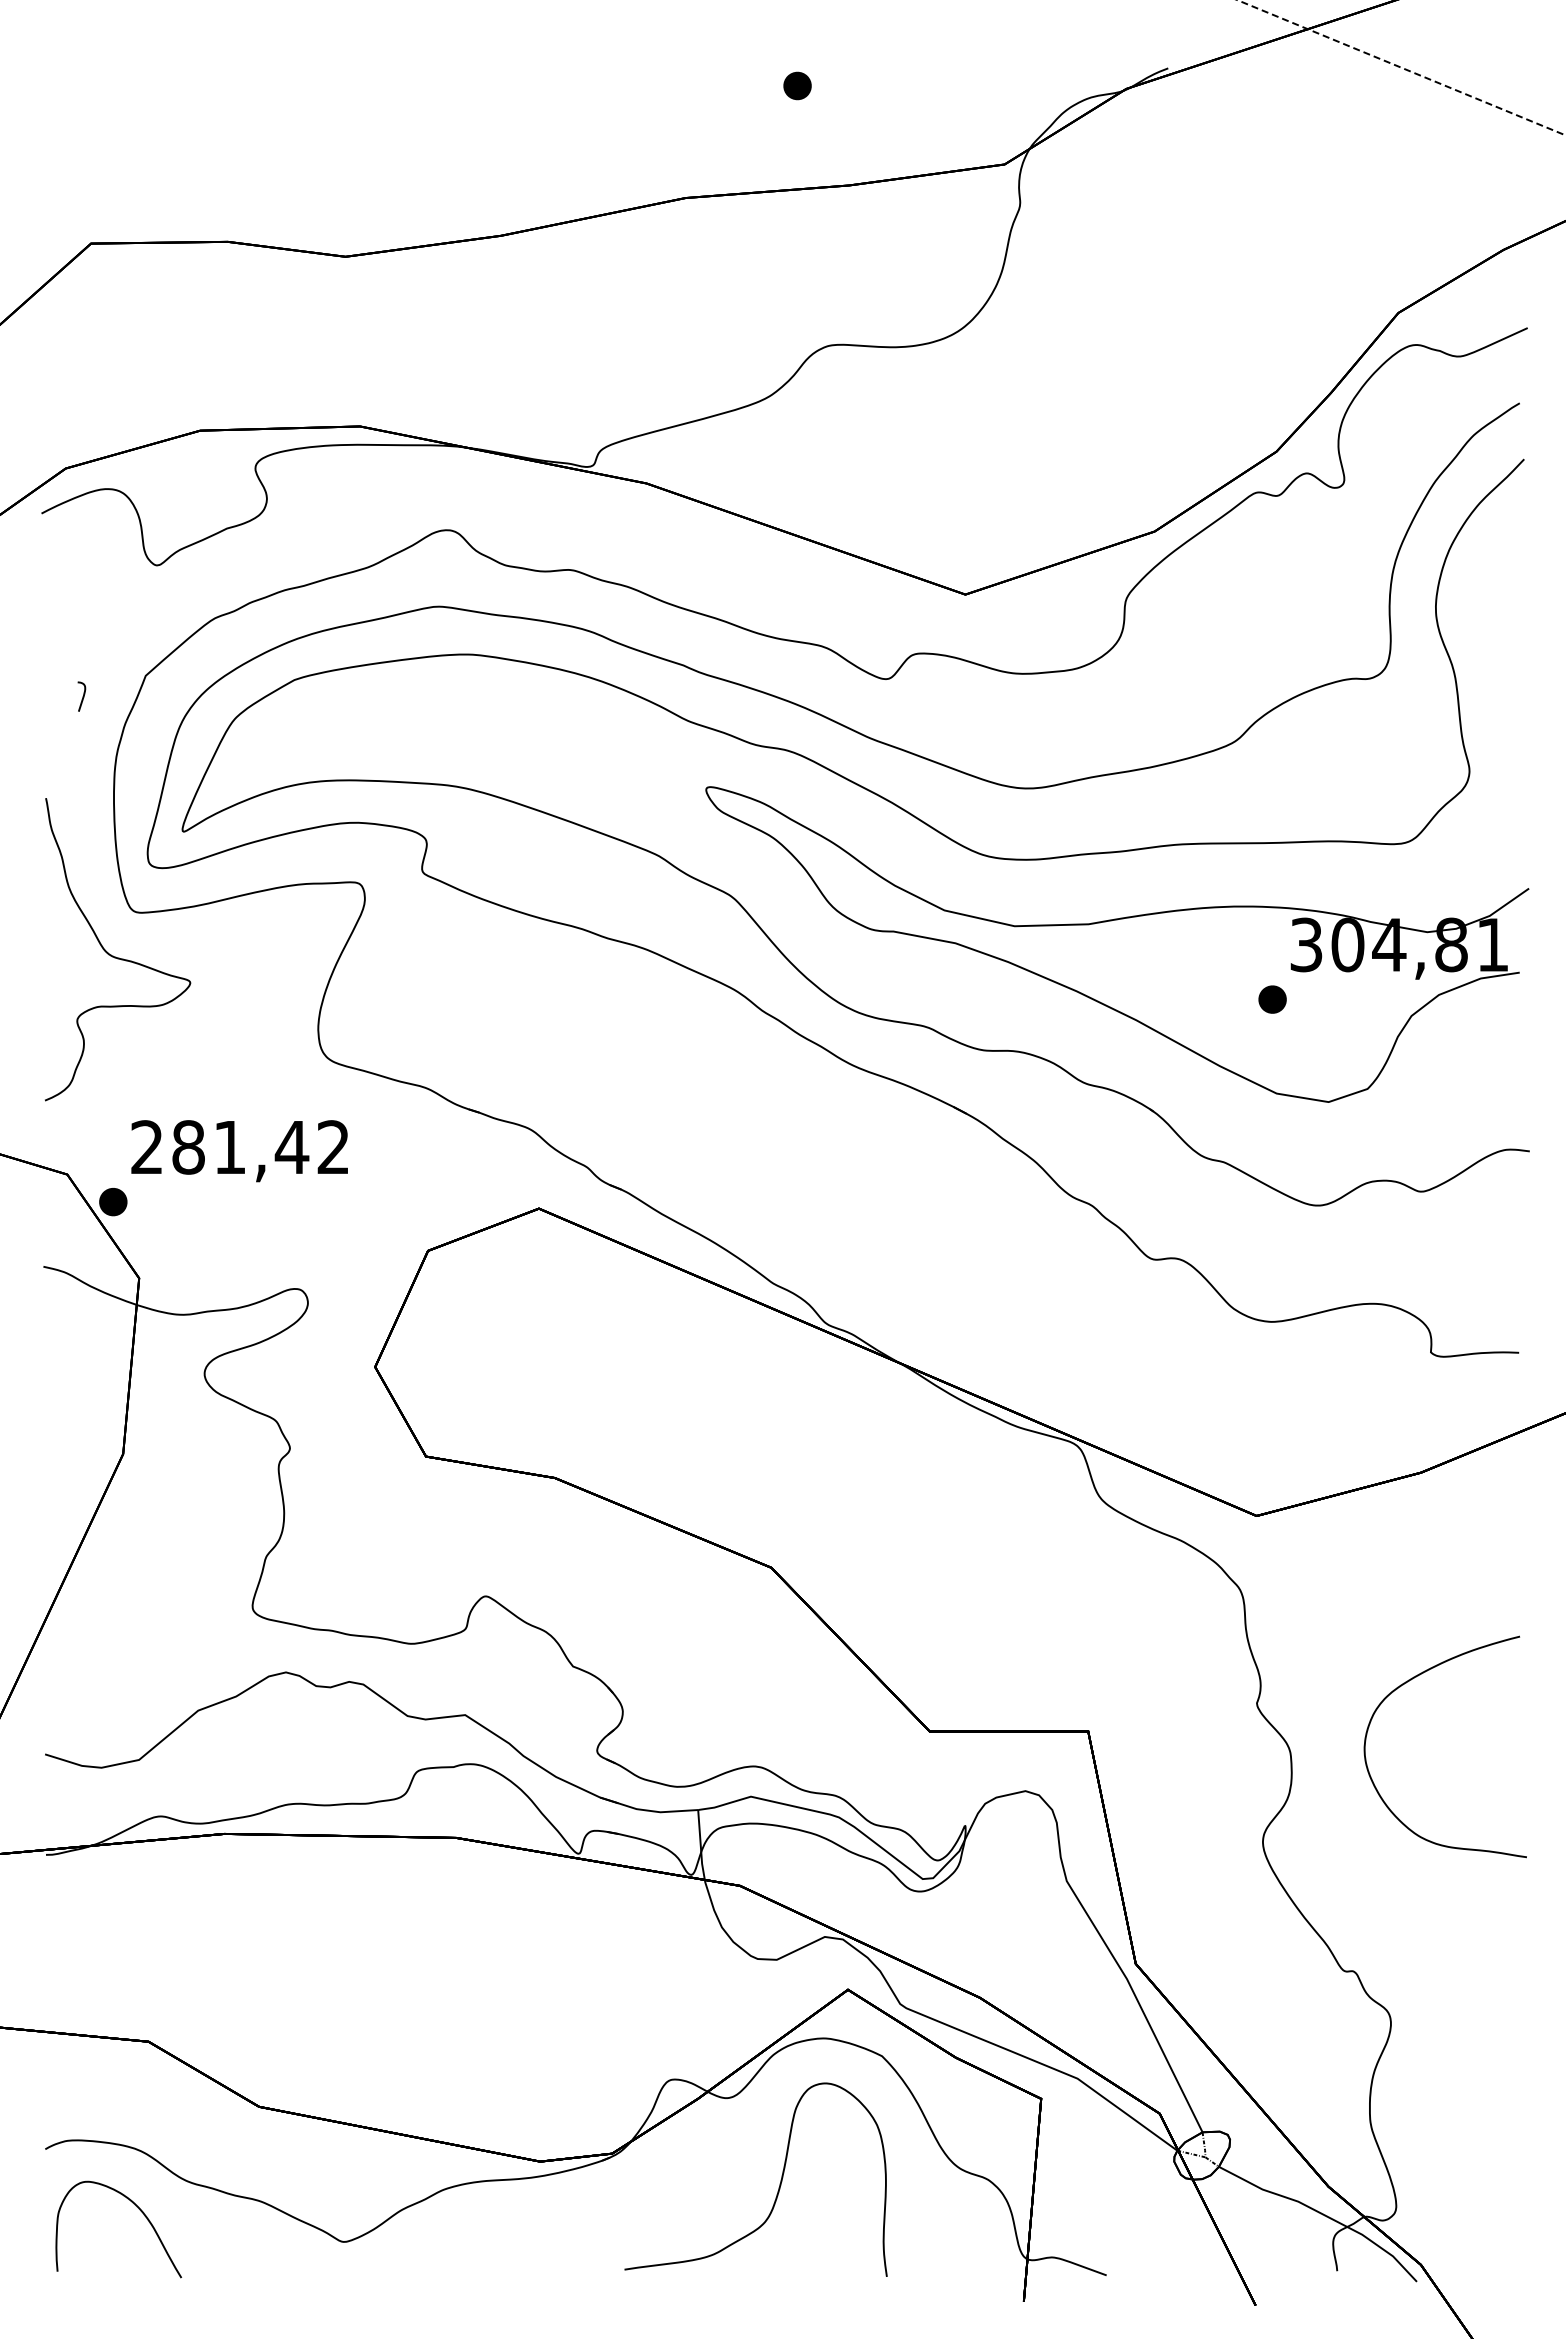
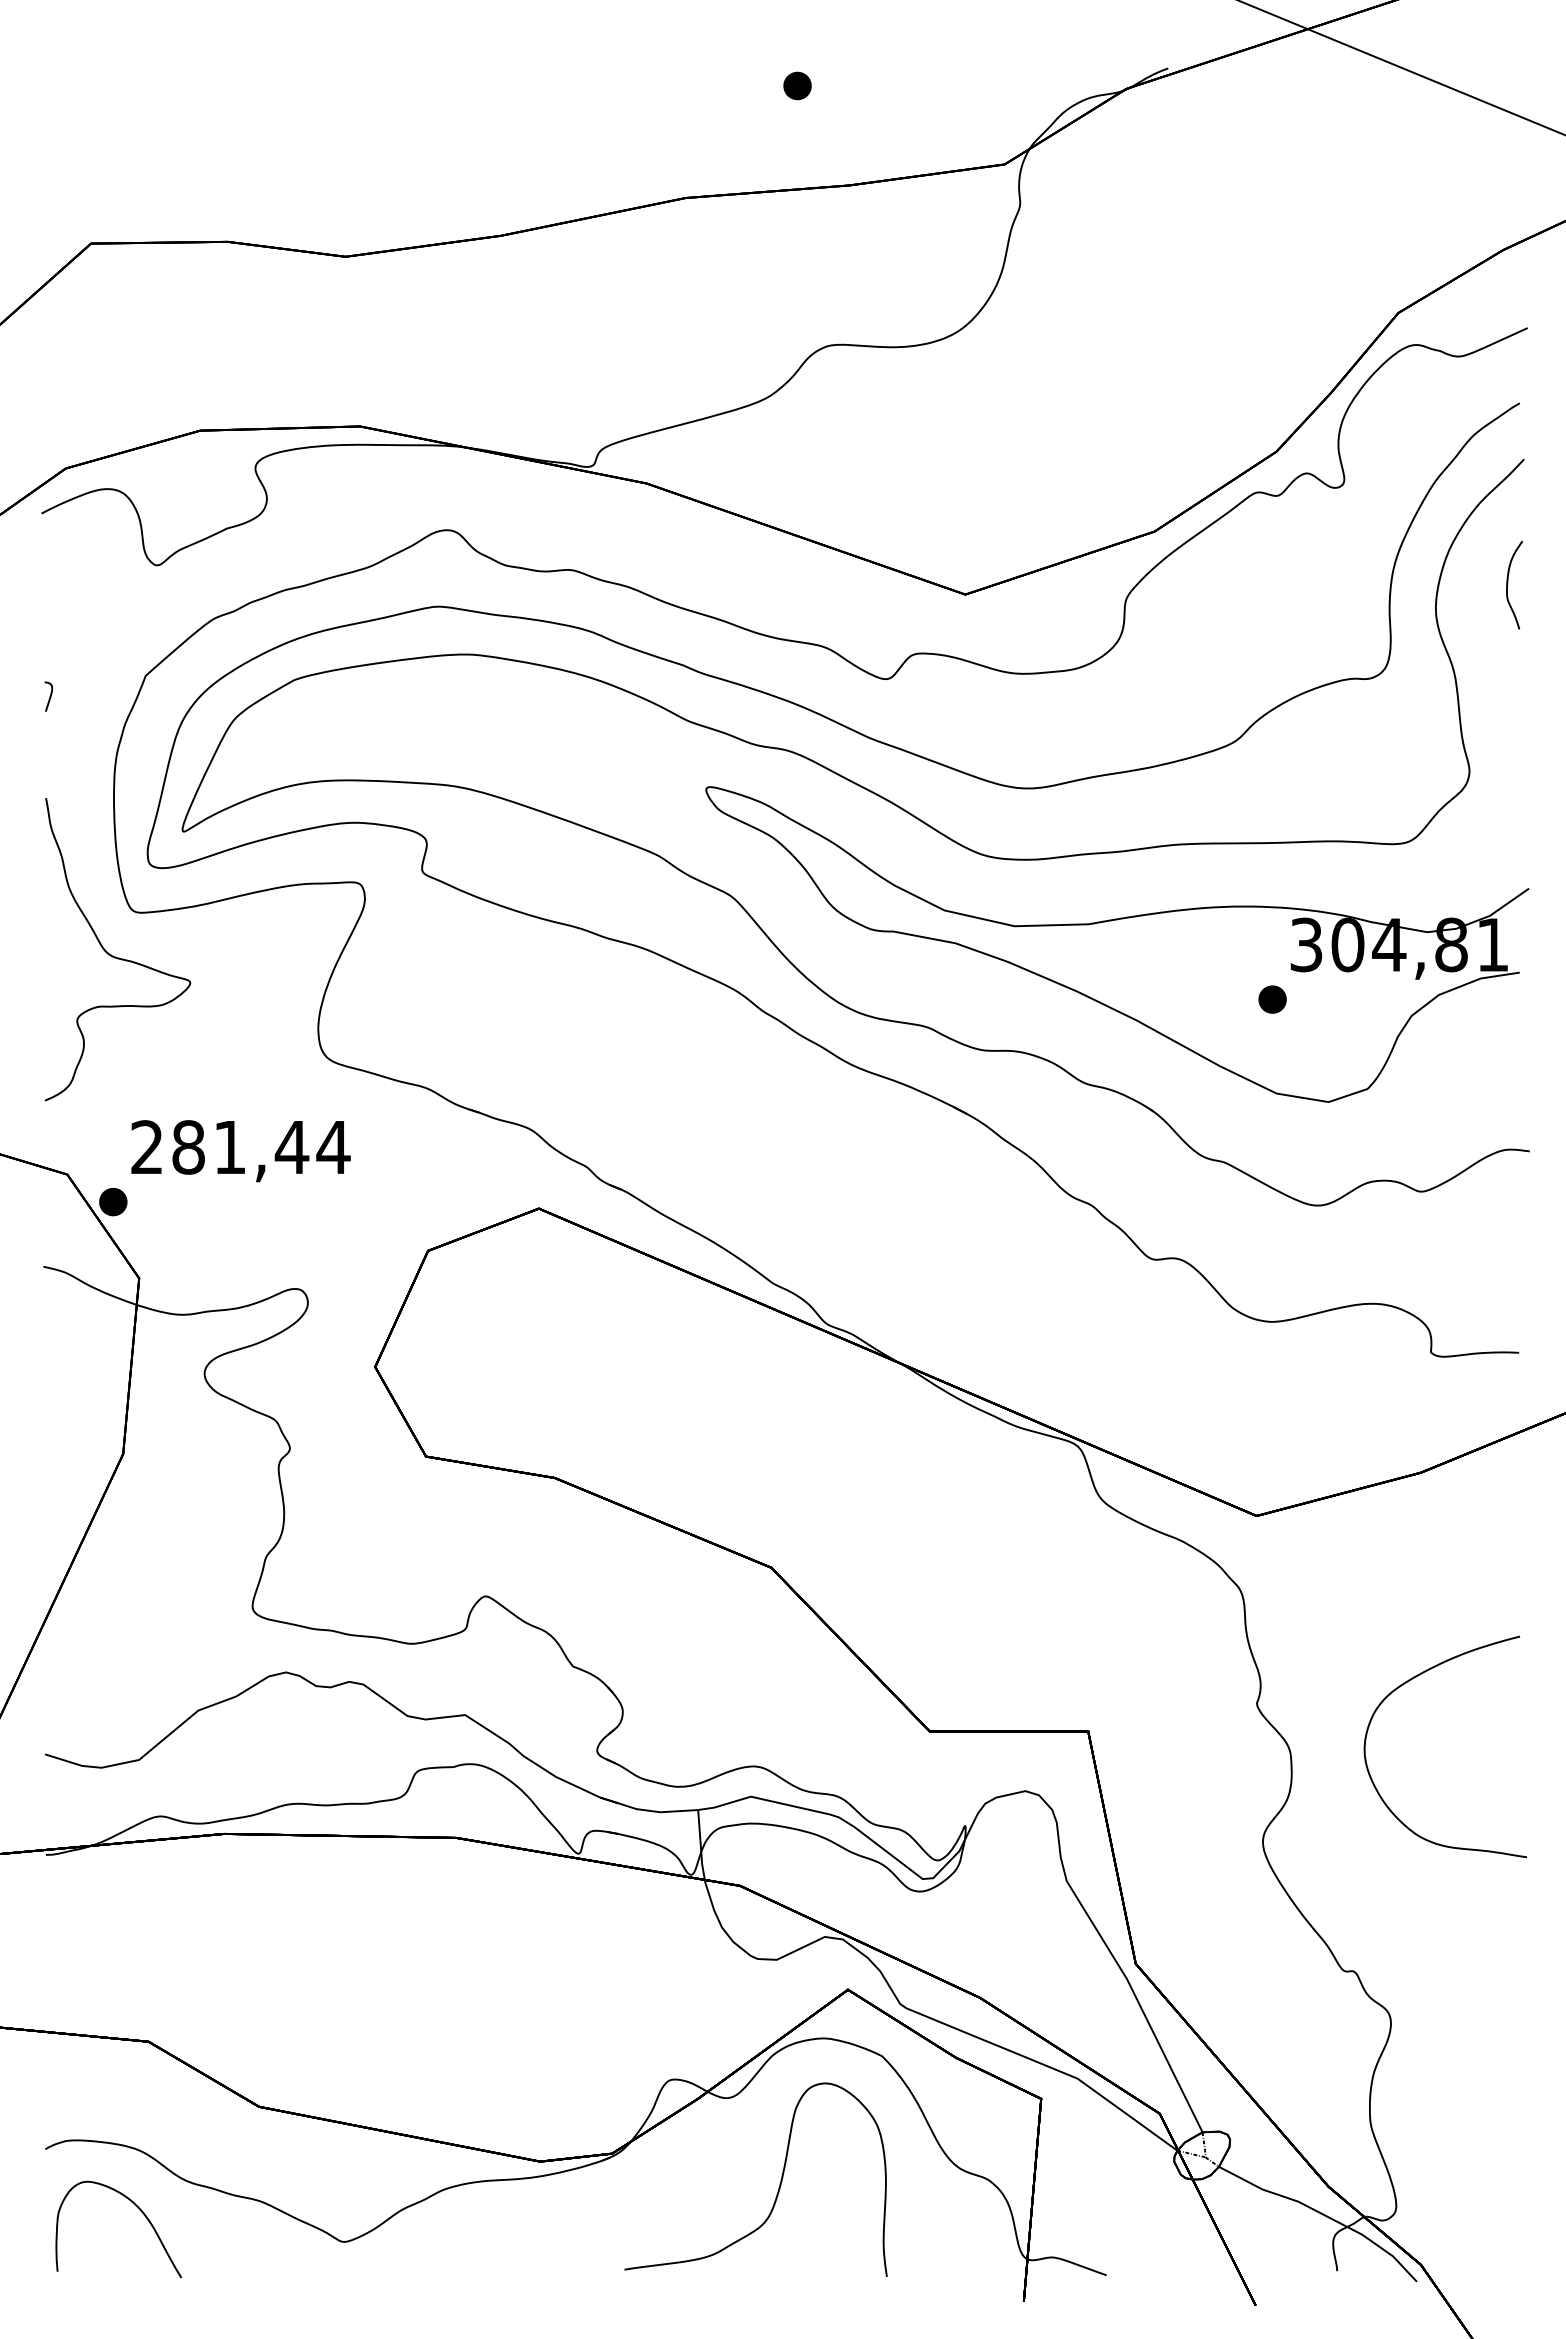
line at (1402, 67): dashed -> solid
curve at (1508, 584): none -> present
curve at (82, 696) position: (82, 696) -> (49, 696)
text at (333, 1146): 281,42 -> 281,44
